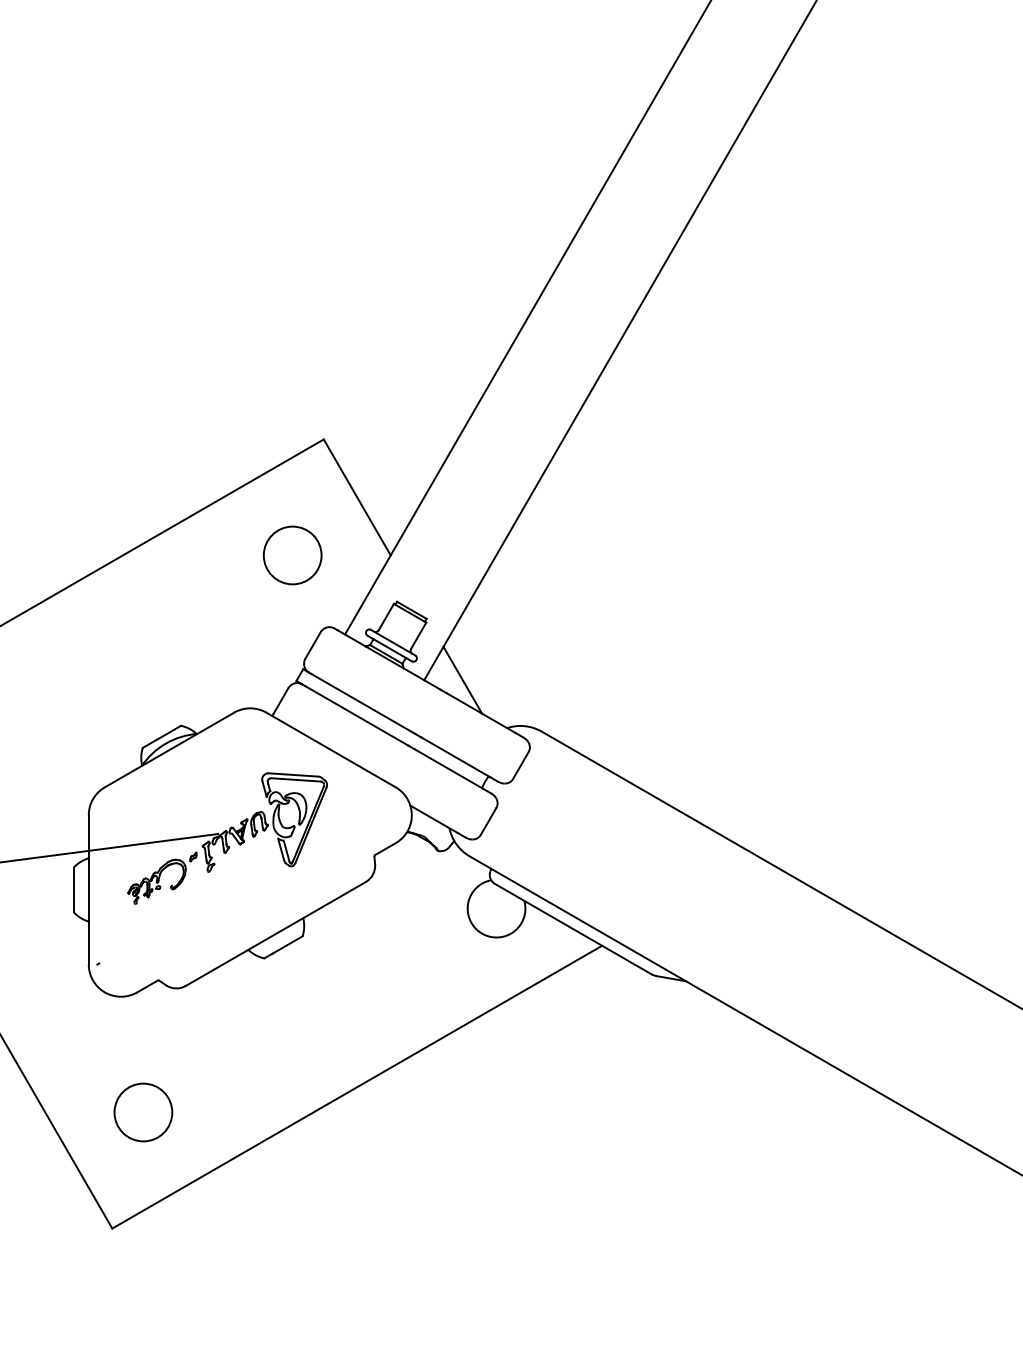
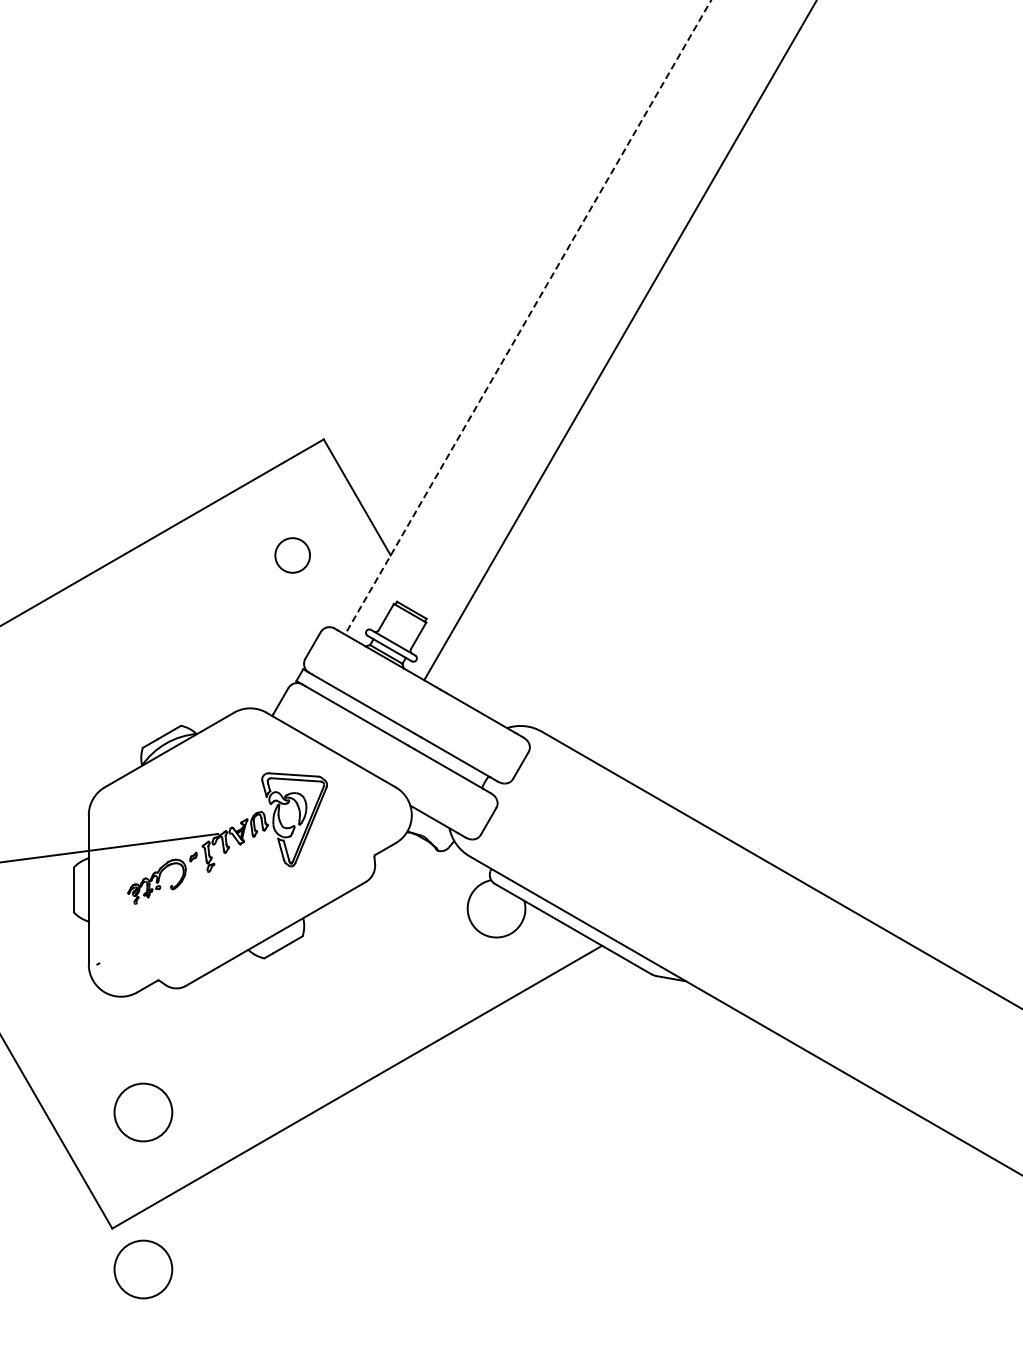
line at (528, 317): solid -> dashed
circle at (292, 555) diameter: 58 px -> 35 px
line at (462, 679): present -> none
circle at (143, 1269): none -> present
